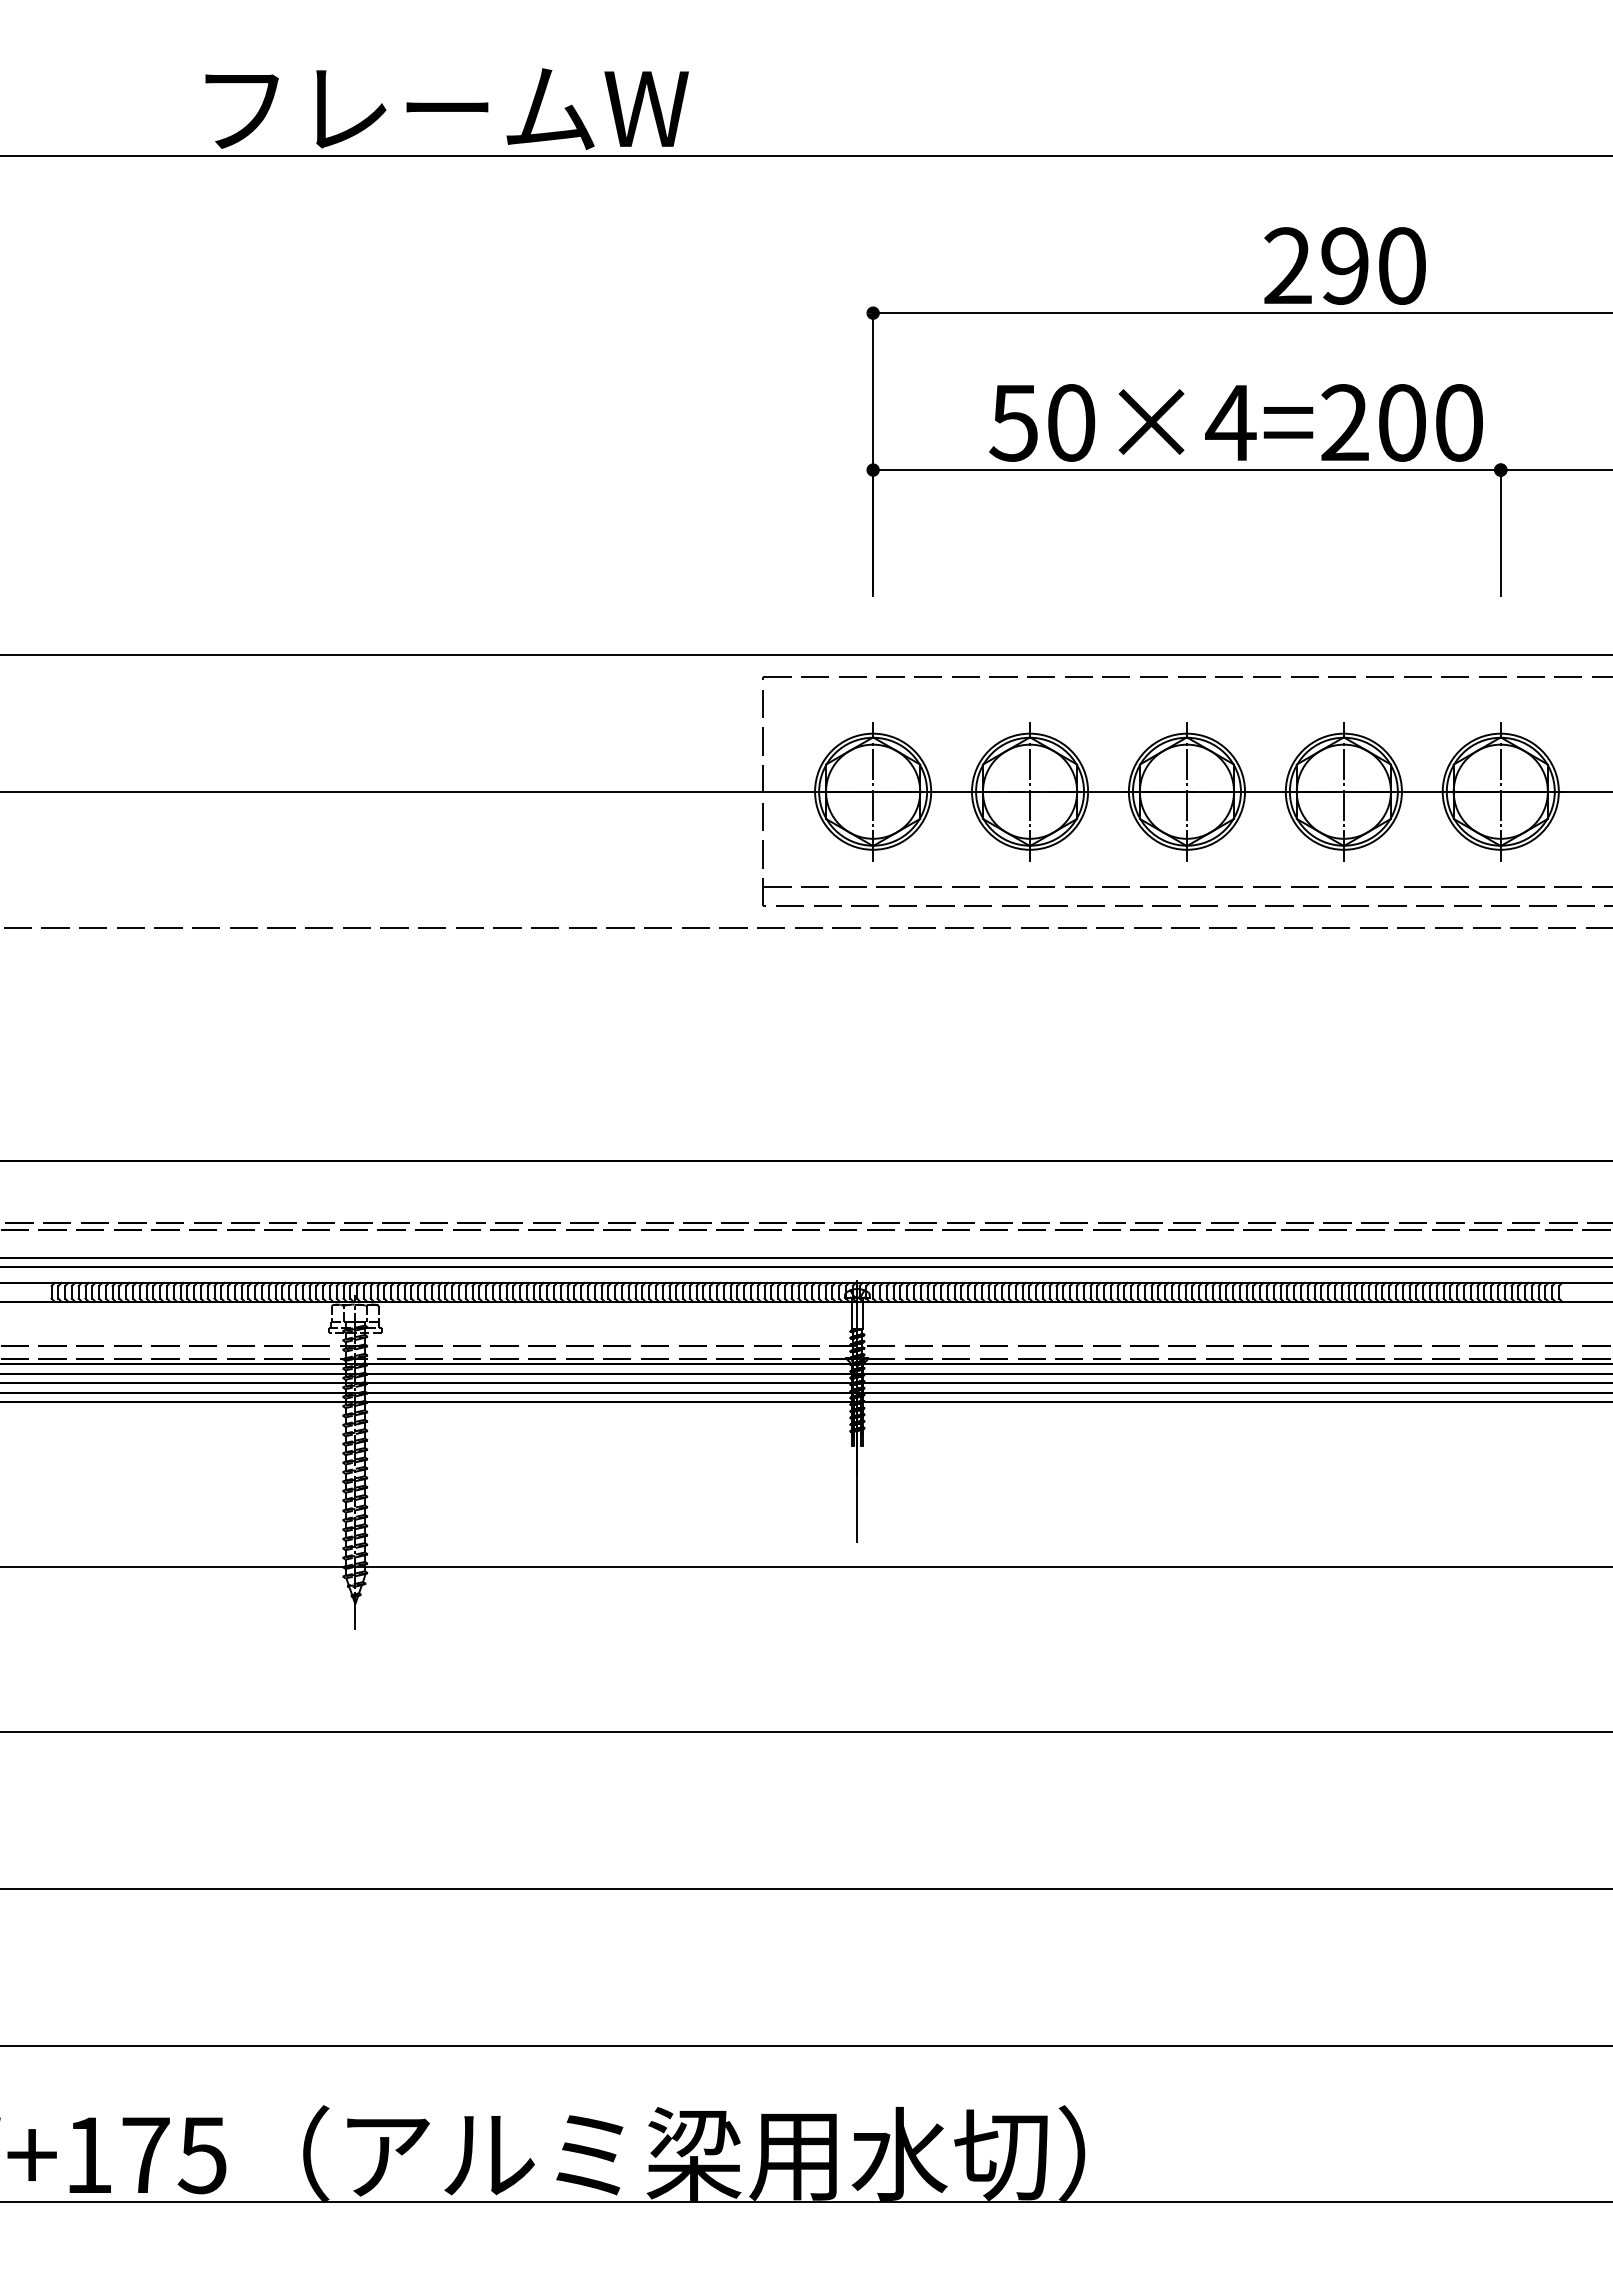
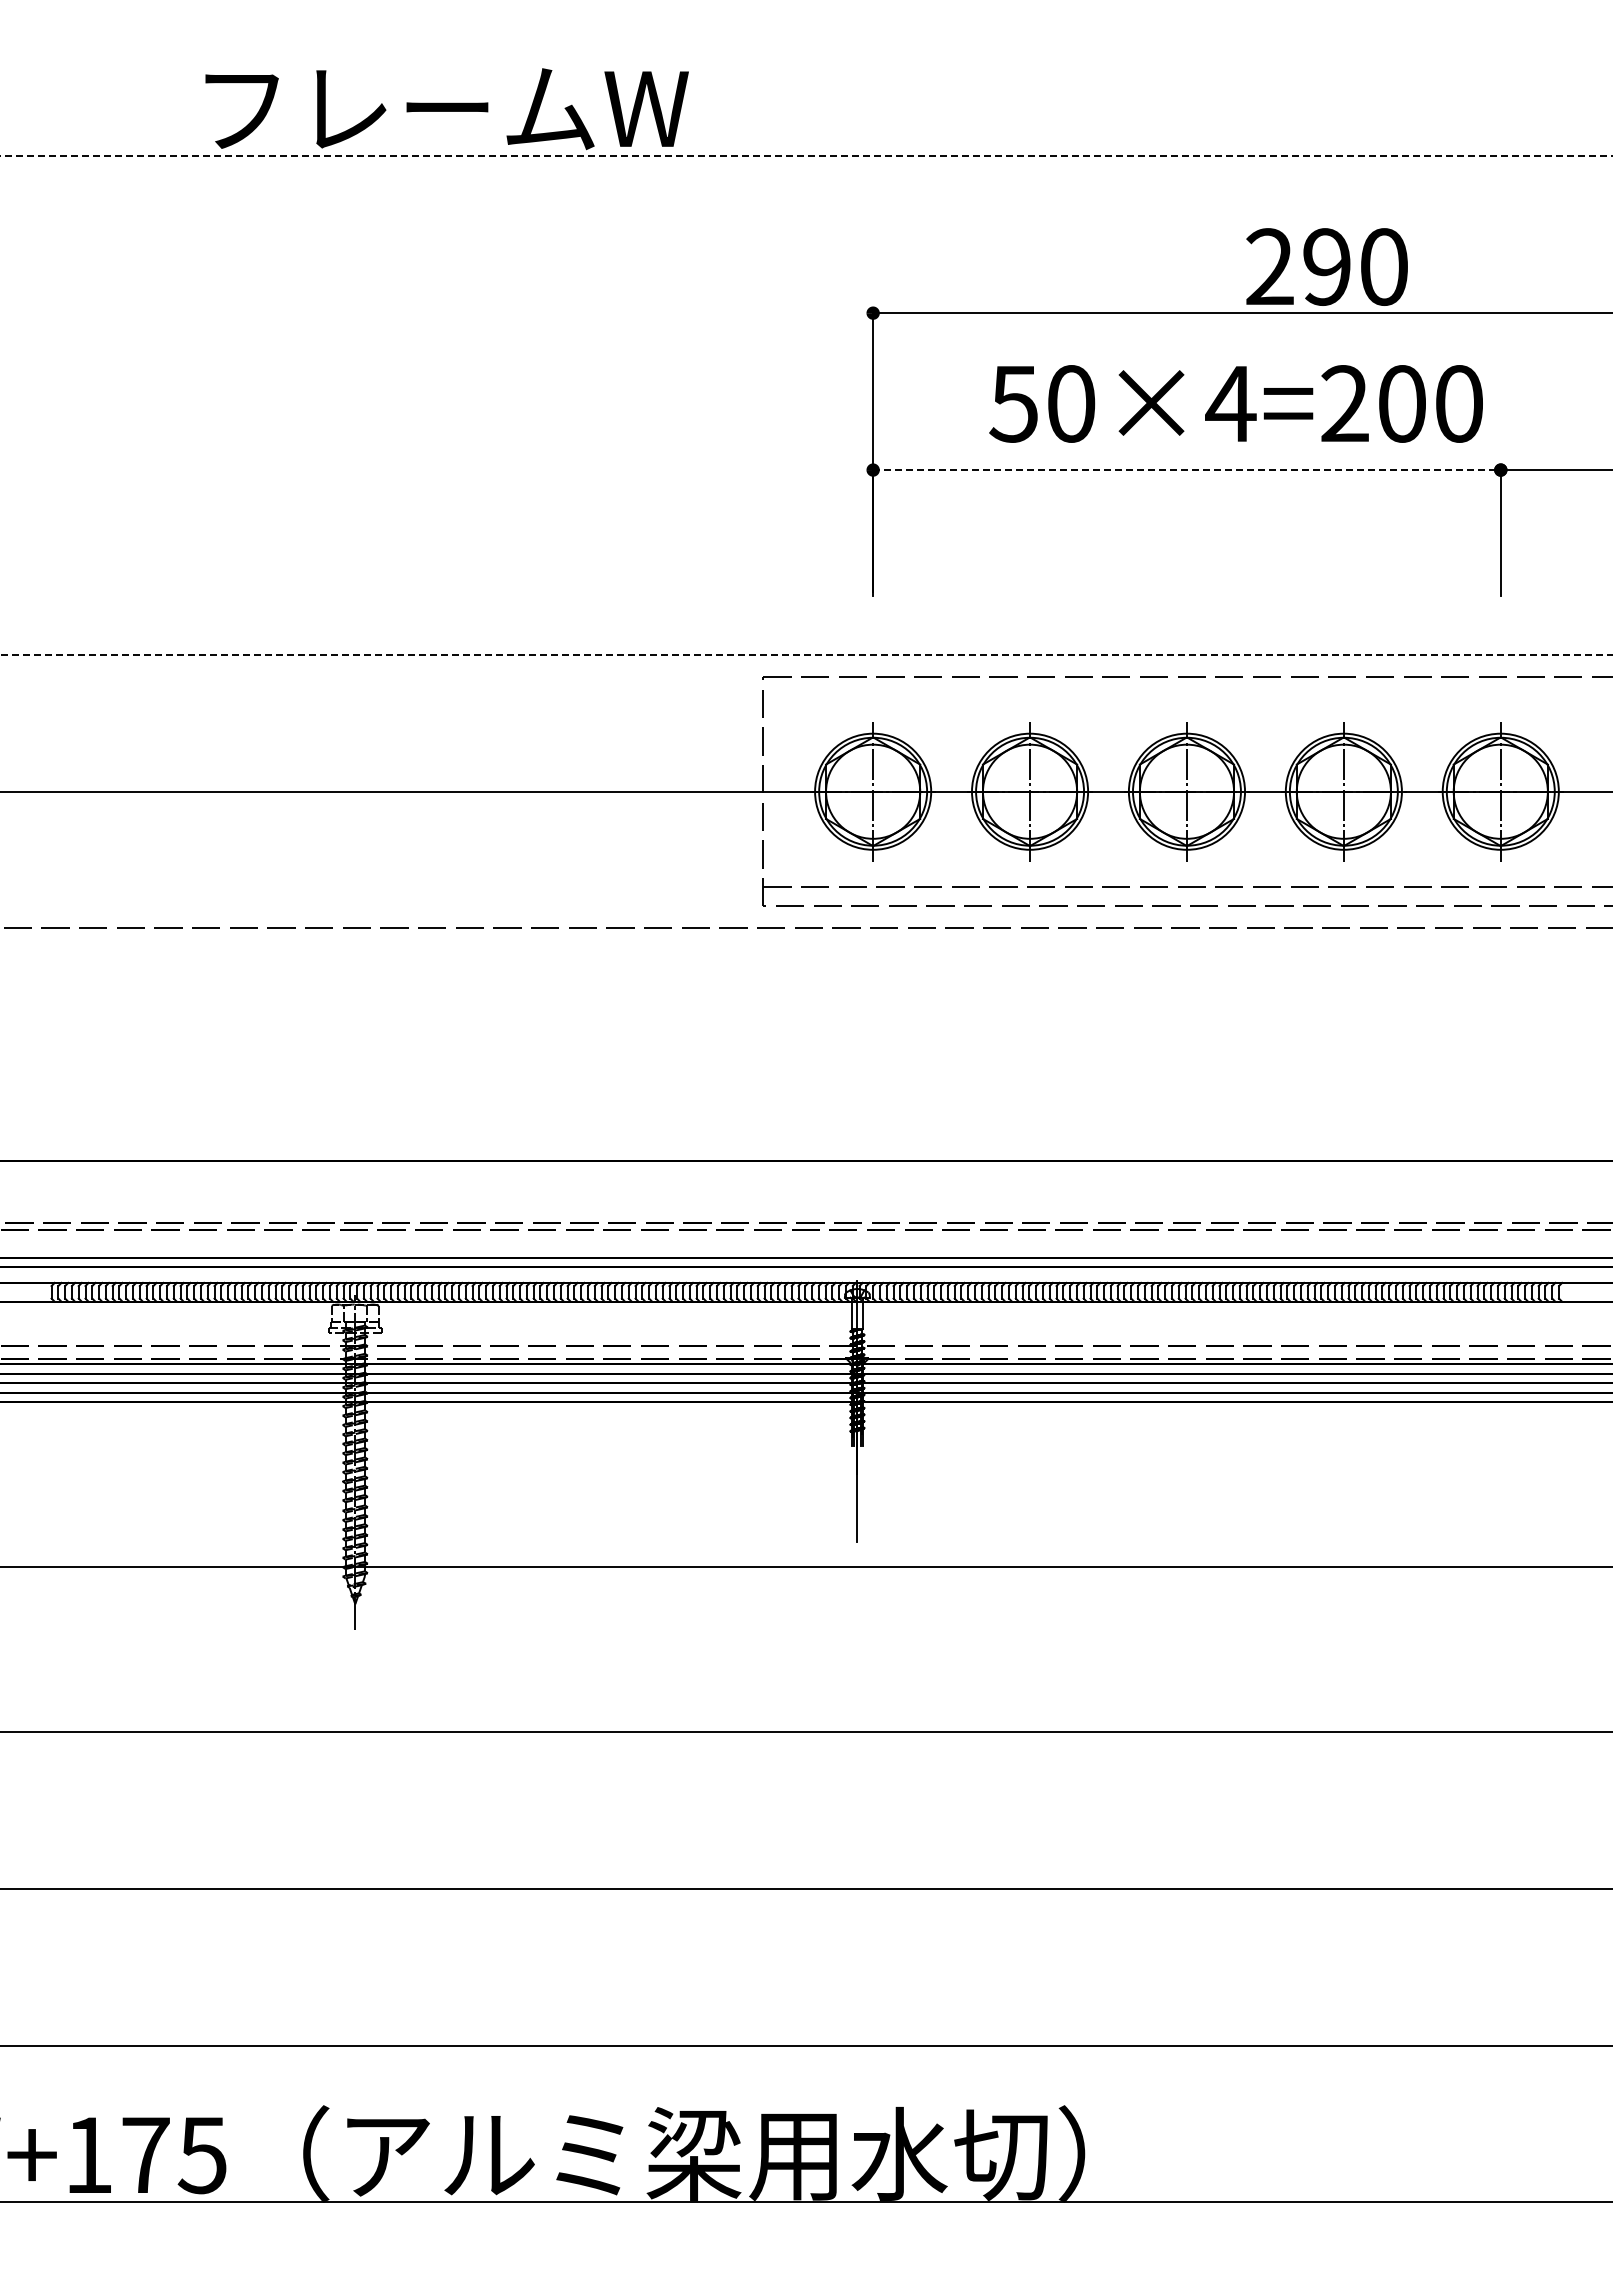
line at (806, 156): solid -> dashed
text at (1344, 265) position: (1344, 265) -> (1326, 266)
text at (1235, 422) position: (1235, 422) -> (1235, 403)
line at (1186, 470): solid -> dashed
line at (806, 655): solid -> dashed
